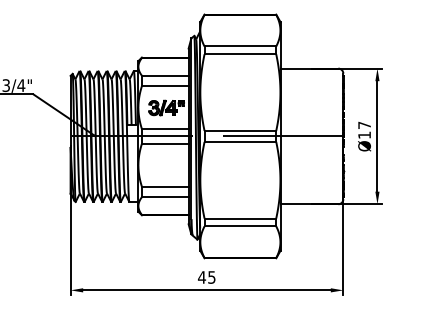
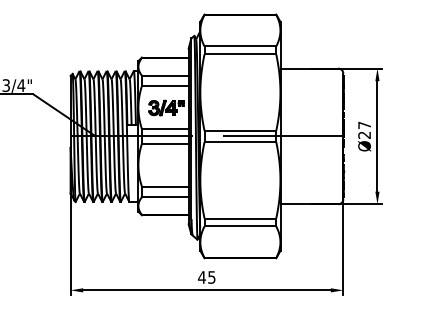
text at (364, 134): Ø17 -> Ø27
